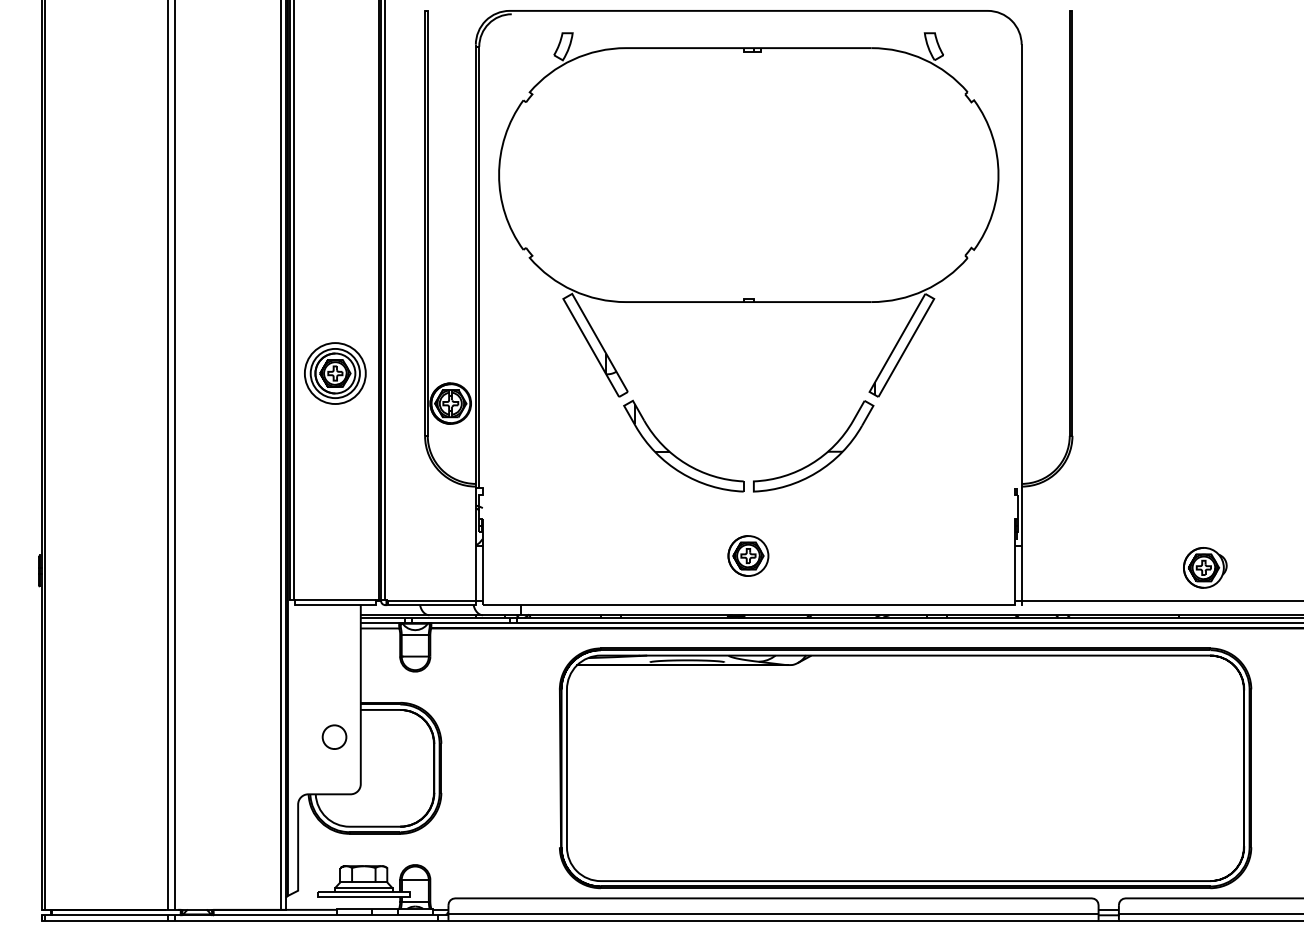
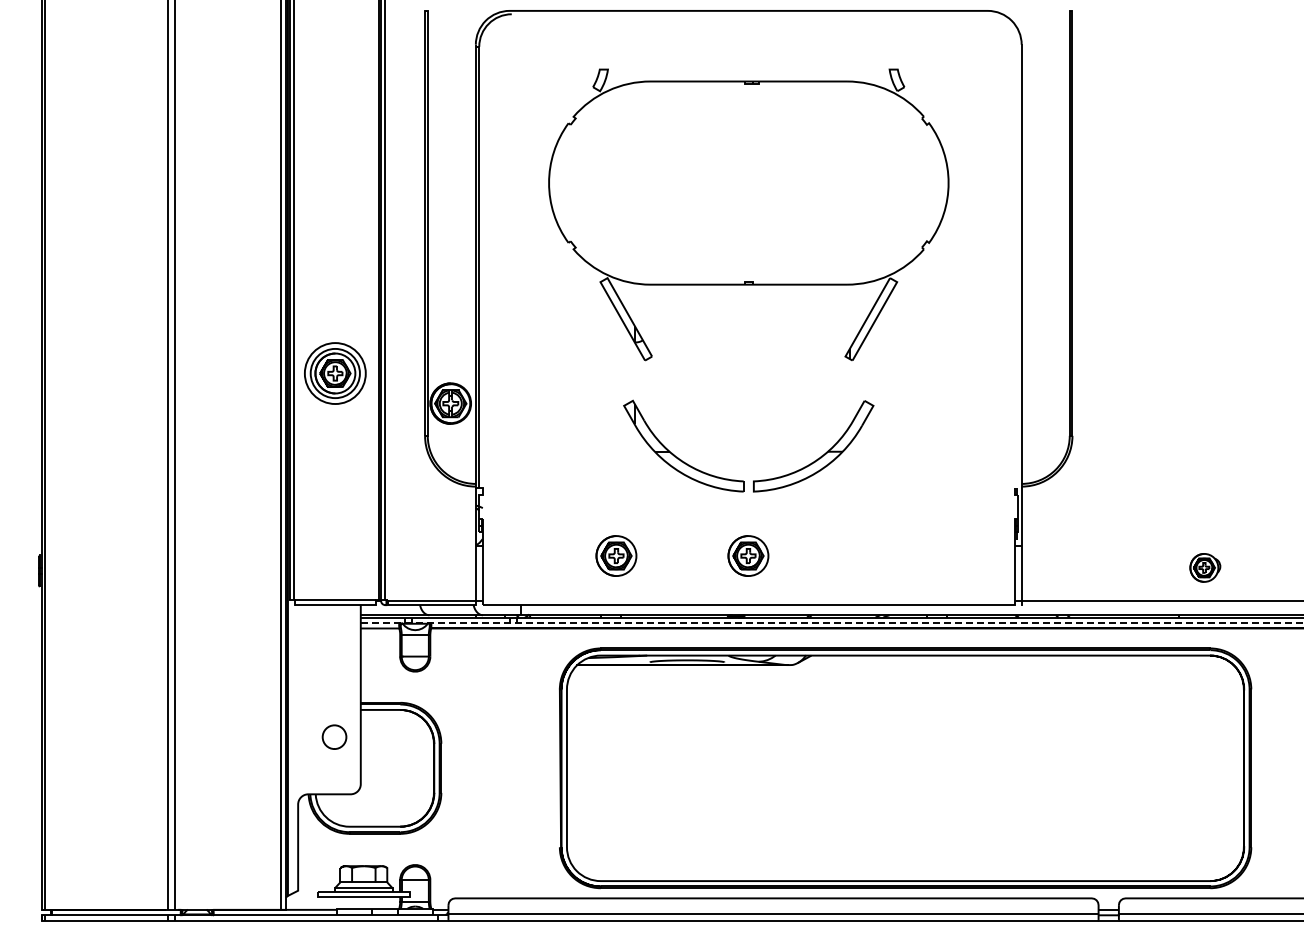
part at (748, 214) size: 502x366 px -> 402x294 px
part at (616, 555): none -> present
part at (1205, 567) size: 45x42 px -> 33x30 px
line at (832, 623): solid -> dashed
